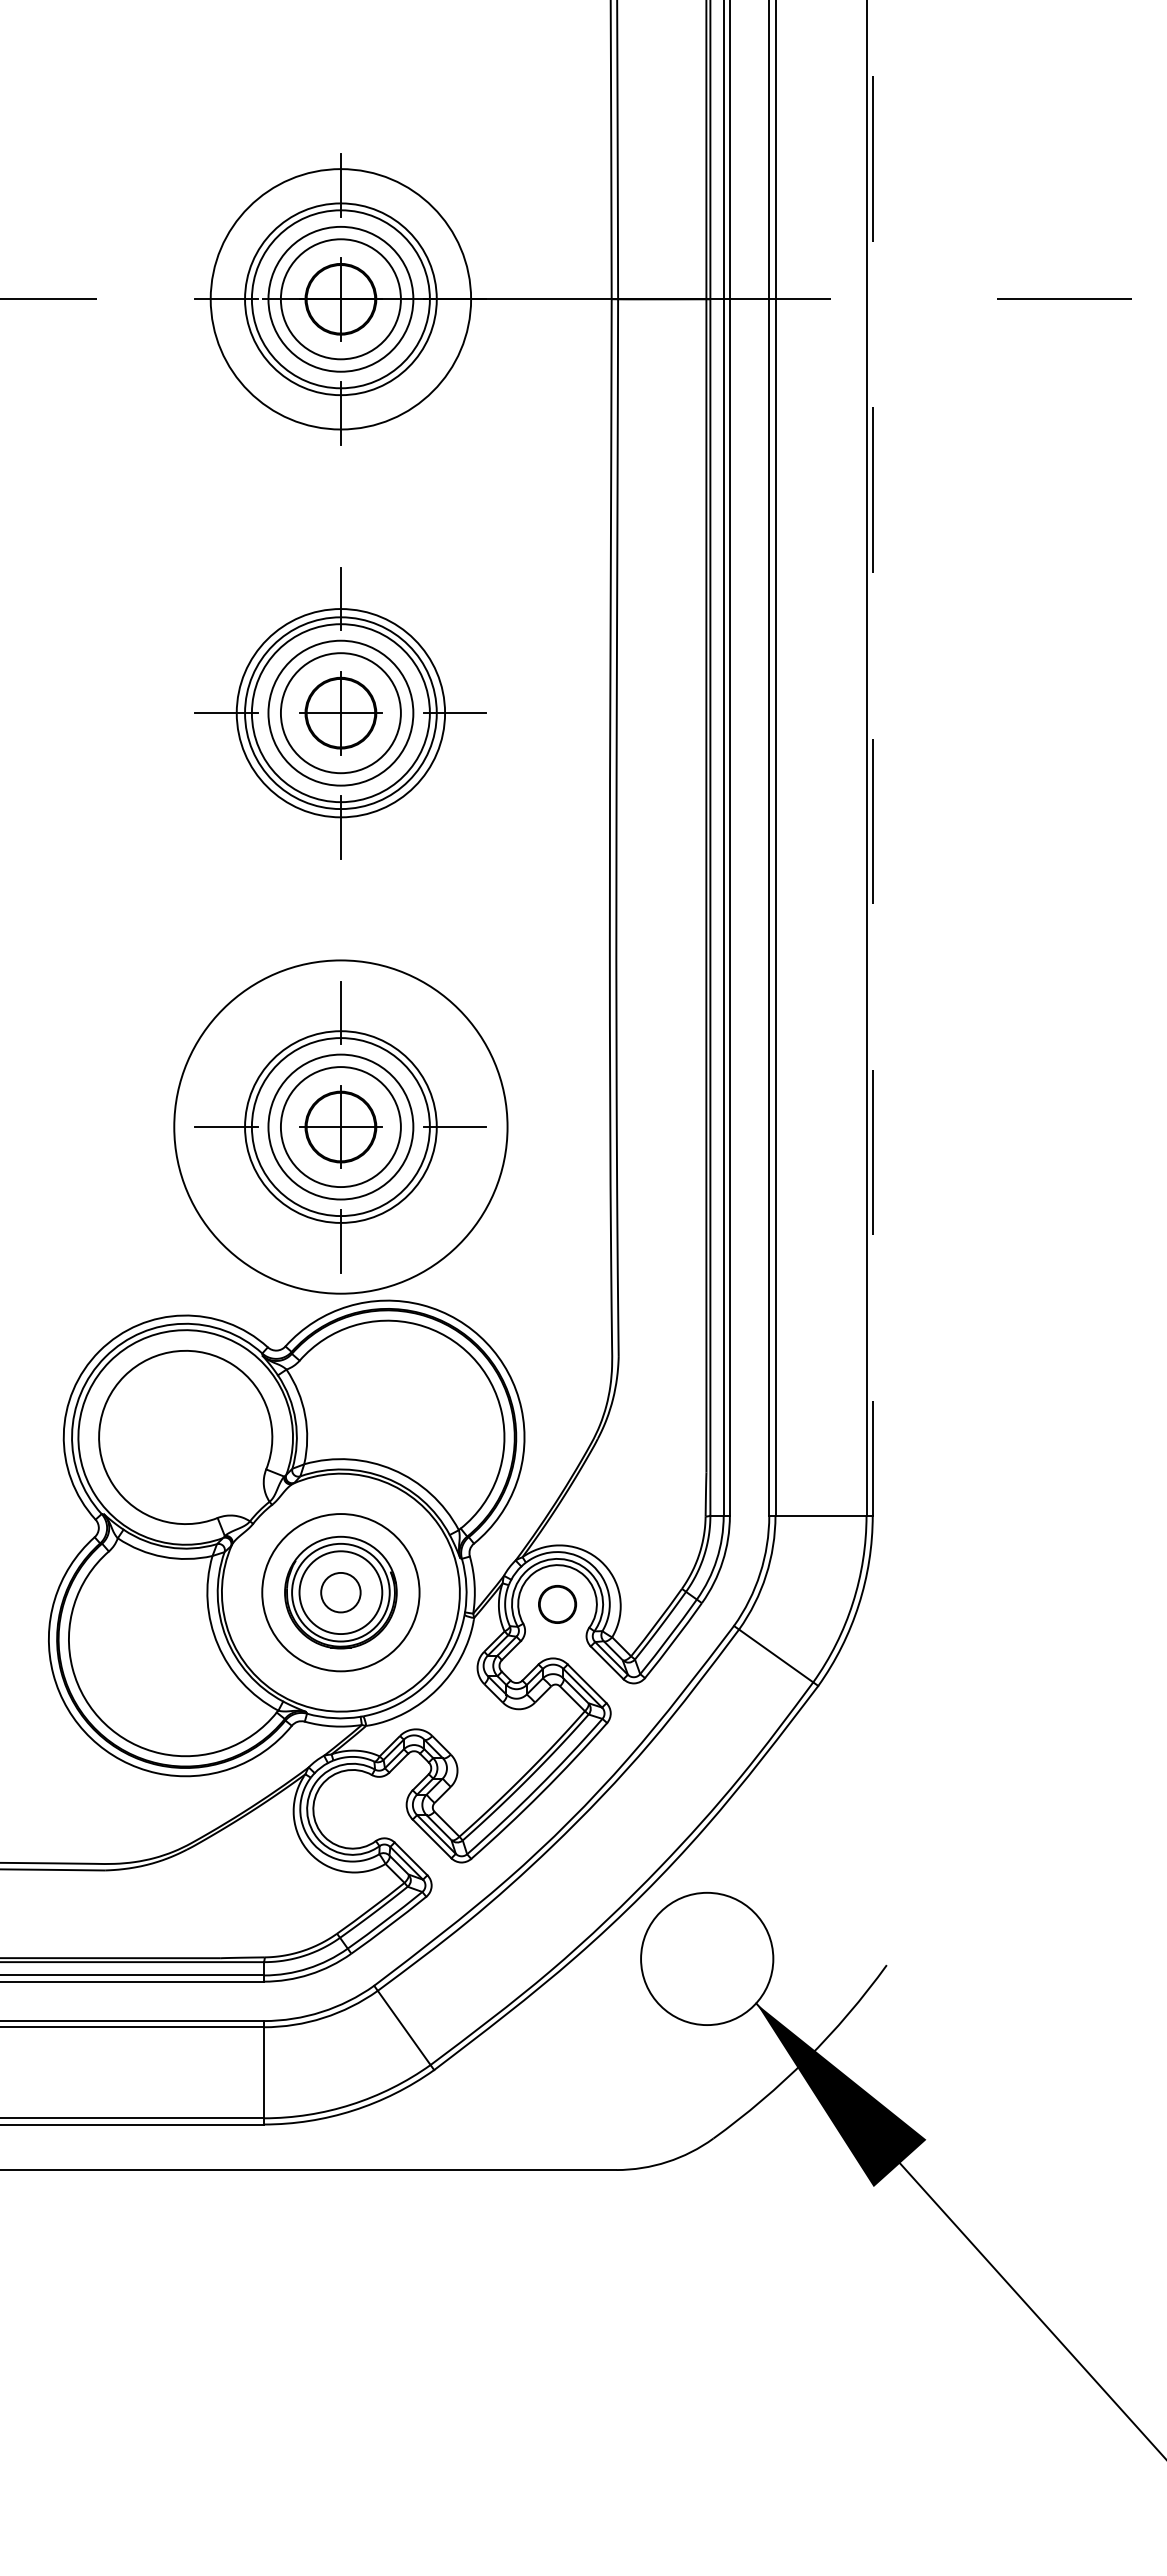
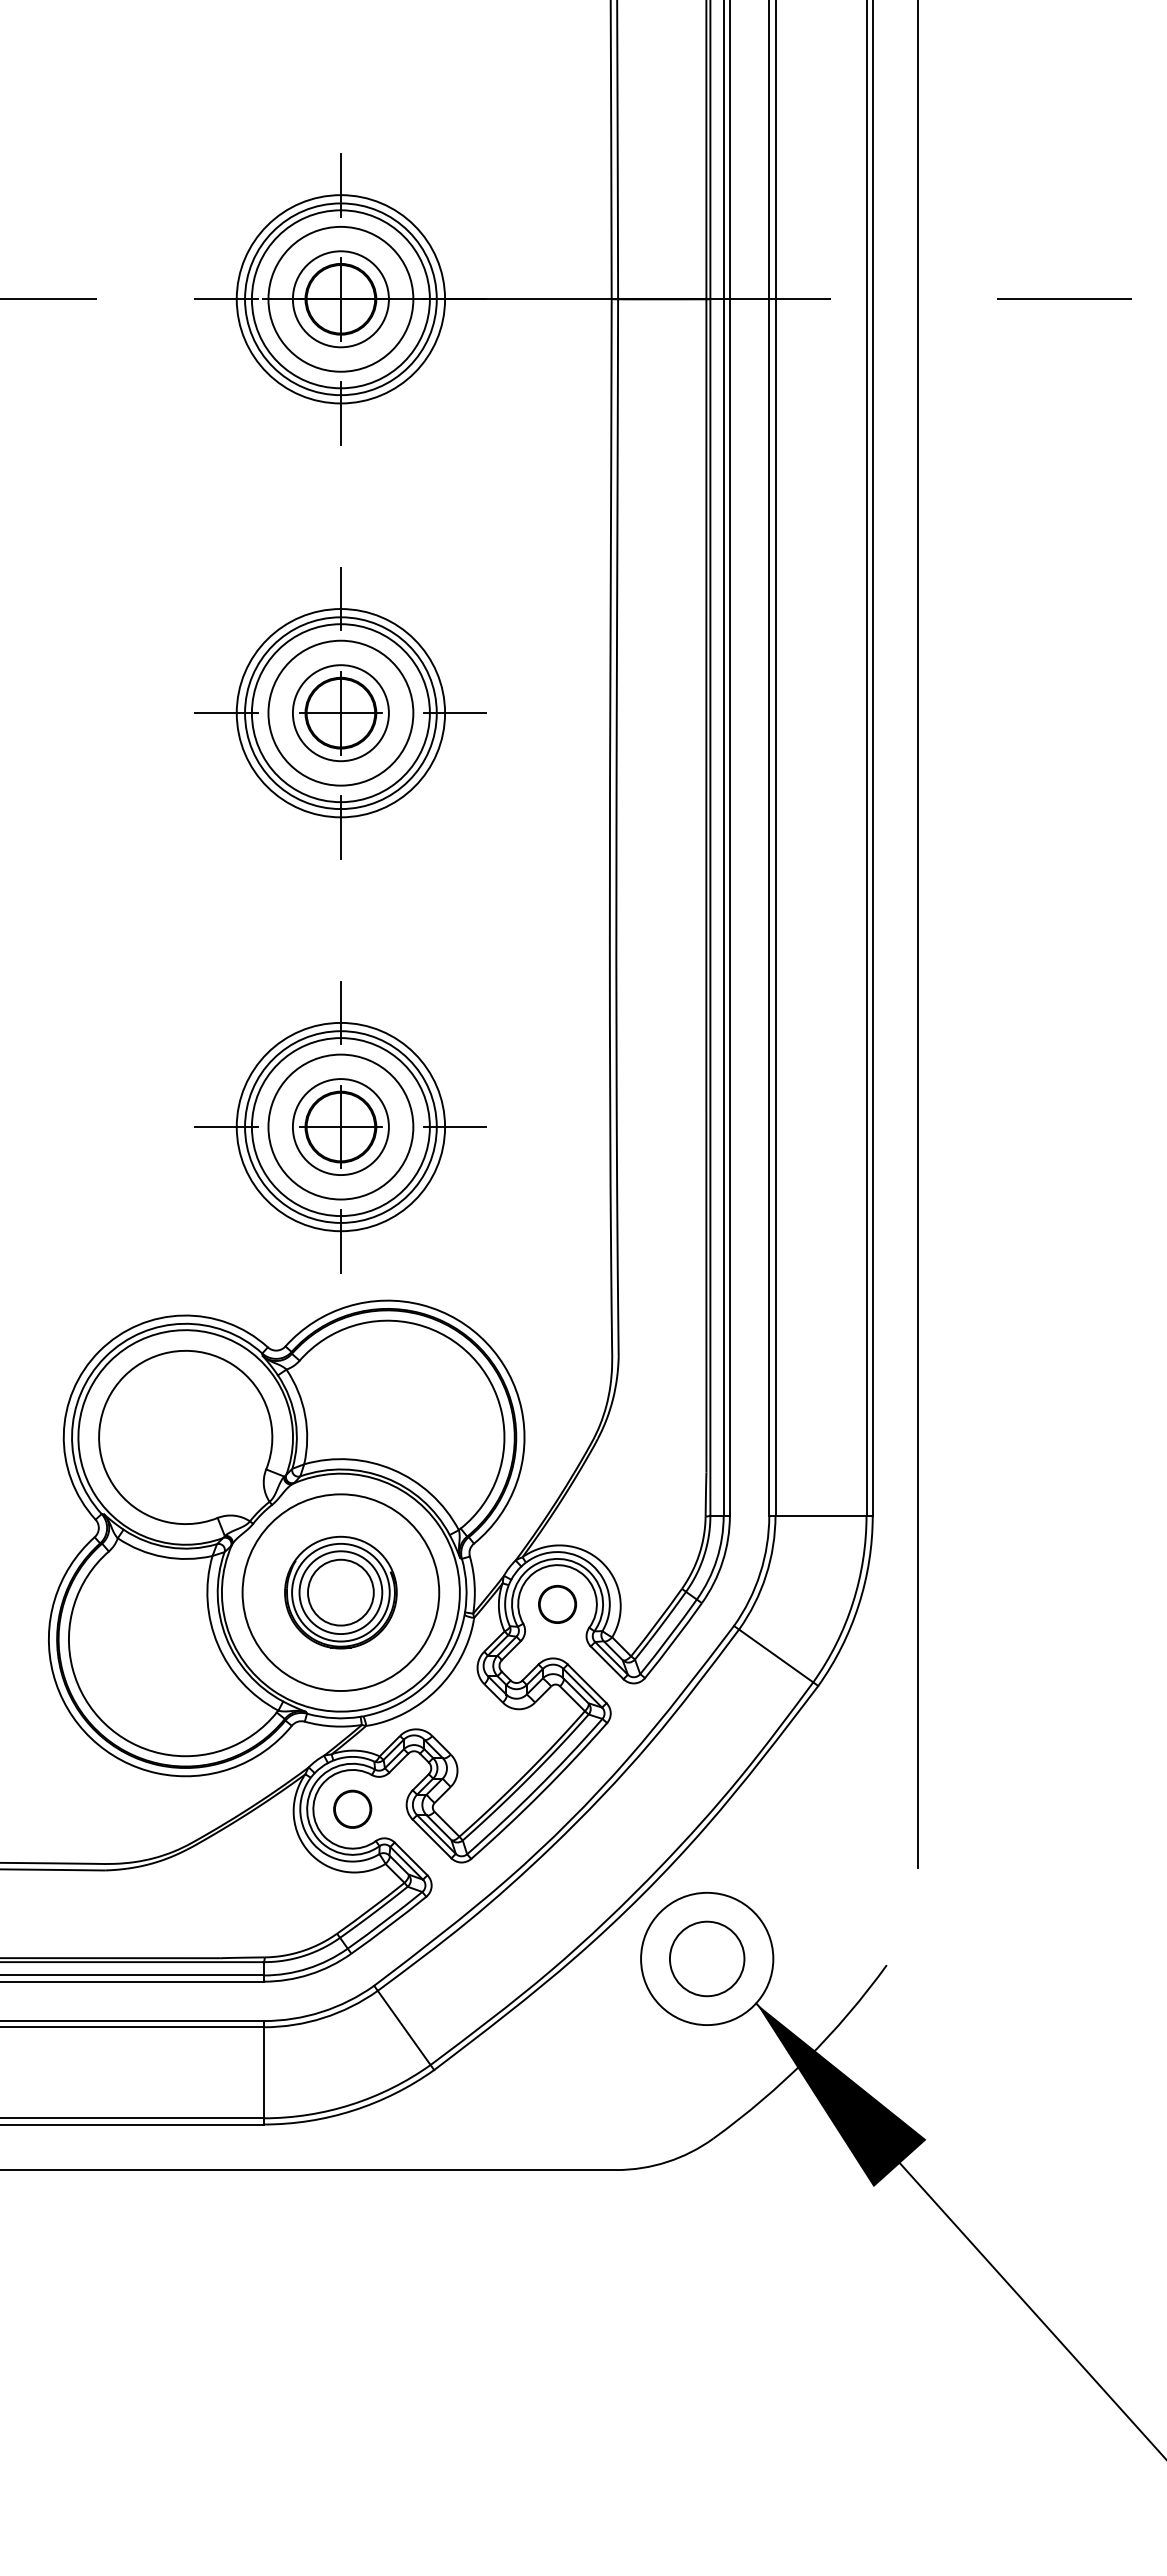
circle at (340, 299) diameter: 120 px -> 96 px
circle at (340, 299) diameter: 260 px -> 208 px
circle at (340, 713) diameter: 120 px -> 96 px
line at (872, 758): dashed -> solid
line at (918, 935): none -> present
circle at (340, 1126) diameter: 333 px -> 208 px
circle at (340, 1127) diameter: 120 px -> 96 px
circle at (340, 1592) diameter: 157 px -> 197 px
circle at (340, 1592) diameter: 39 px -> 66 px
circle at (352, 1808): none -> present
circle at (707, 1958): none -> present
